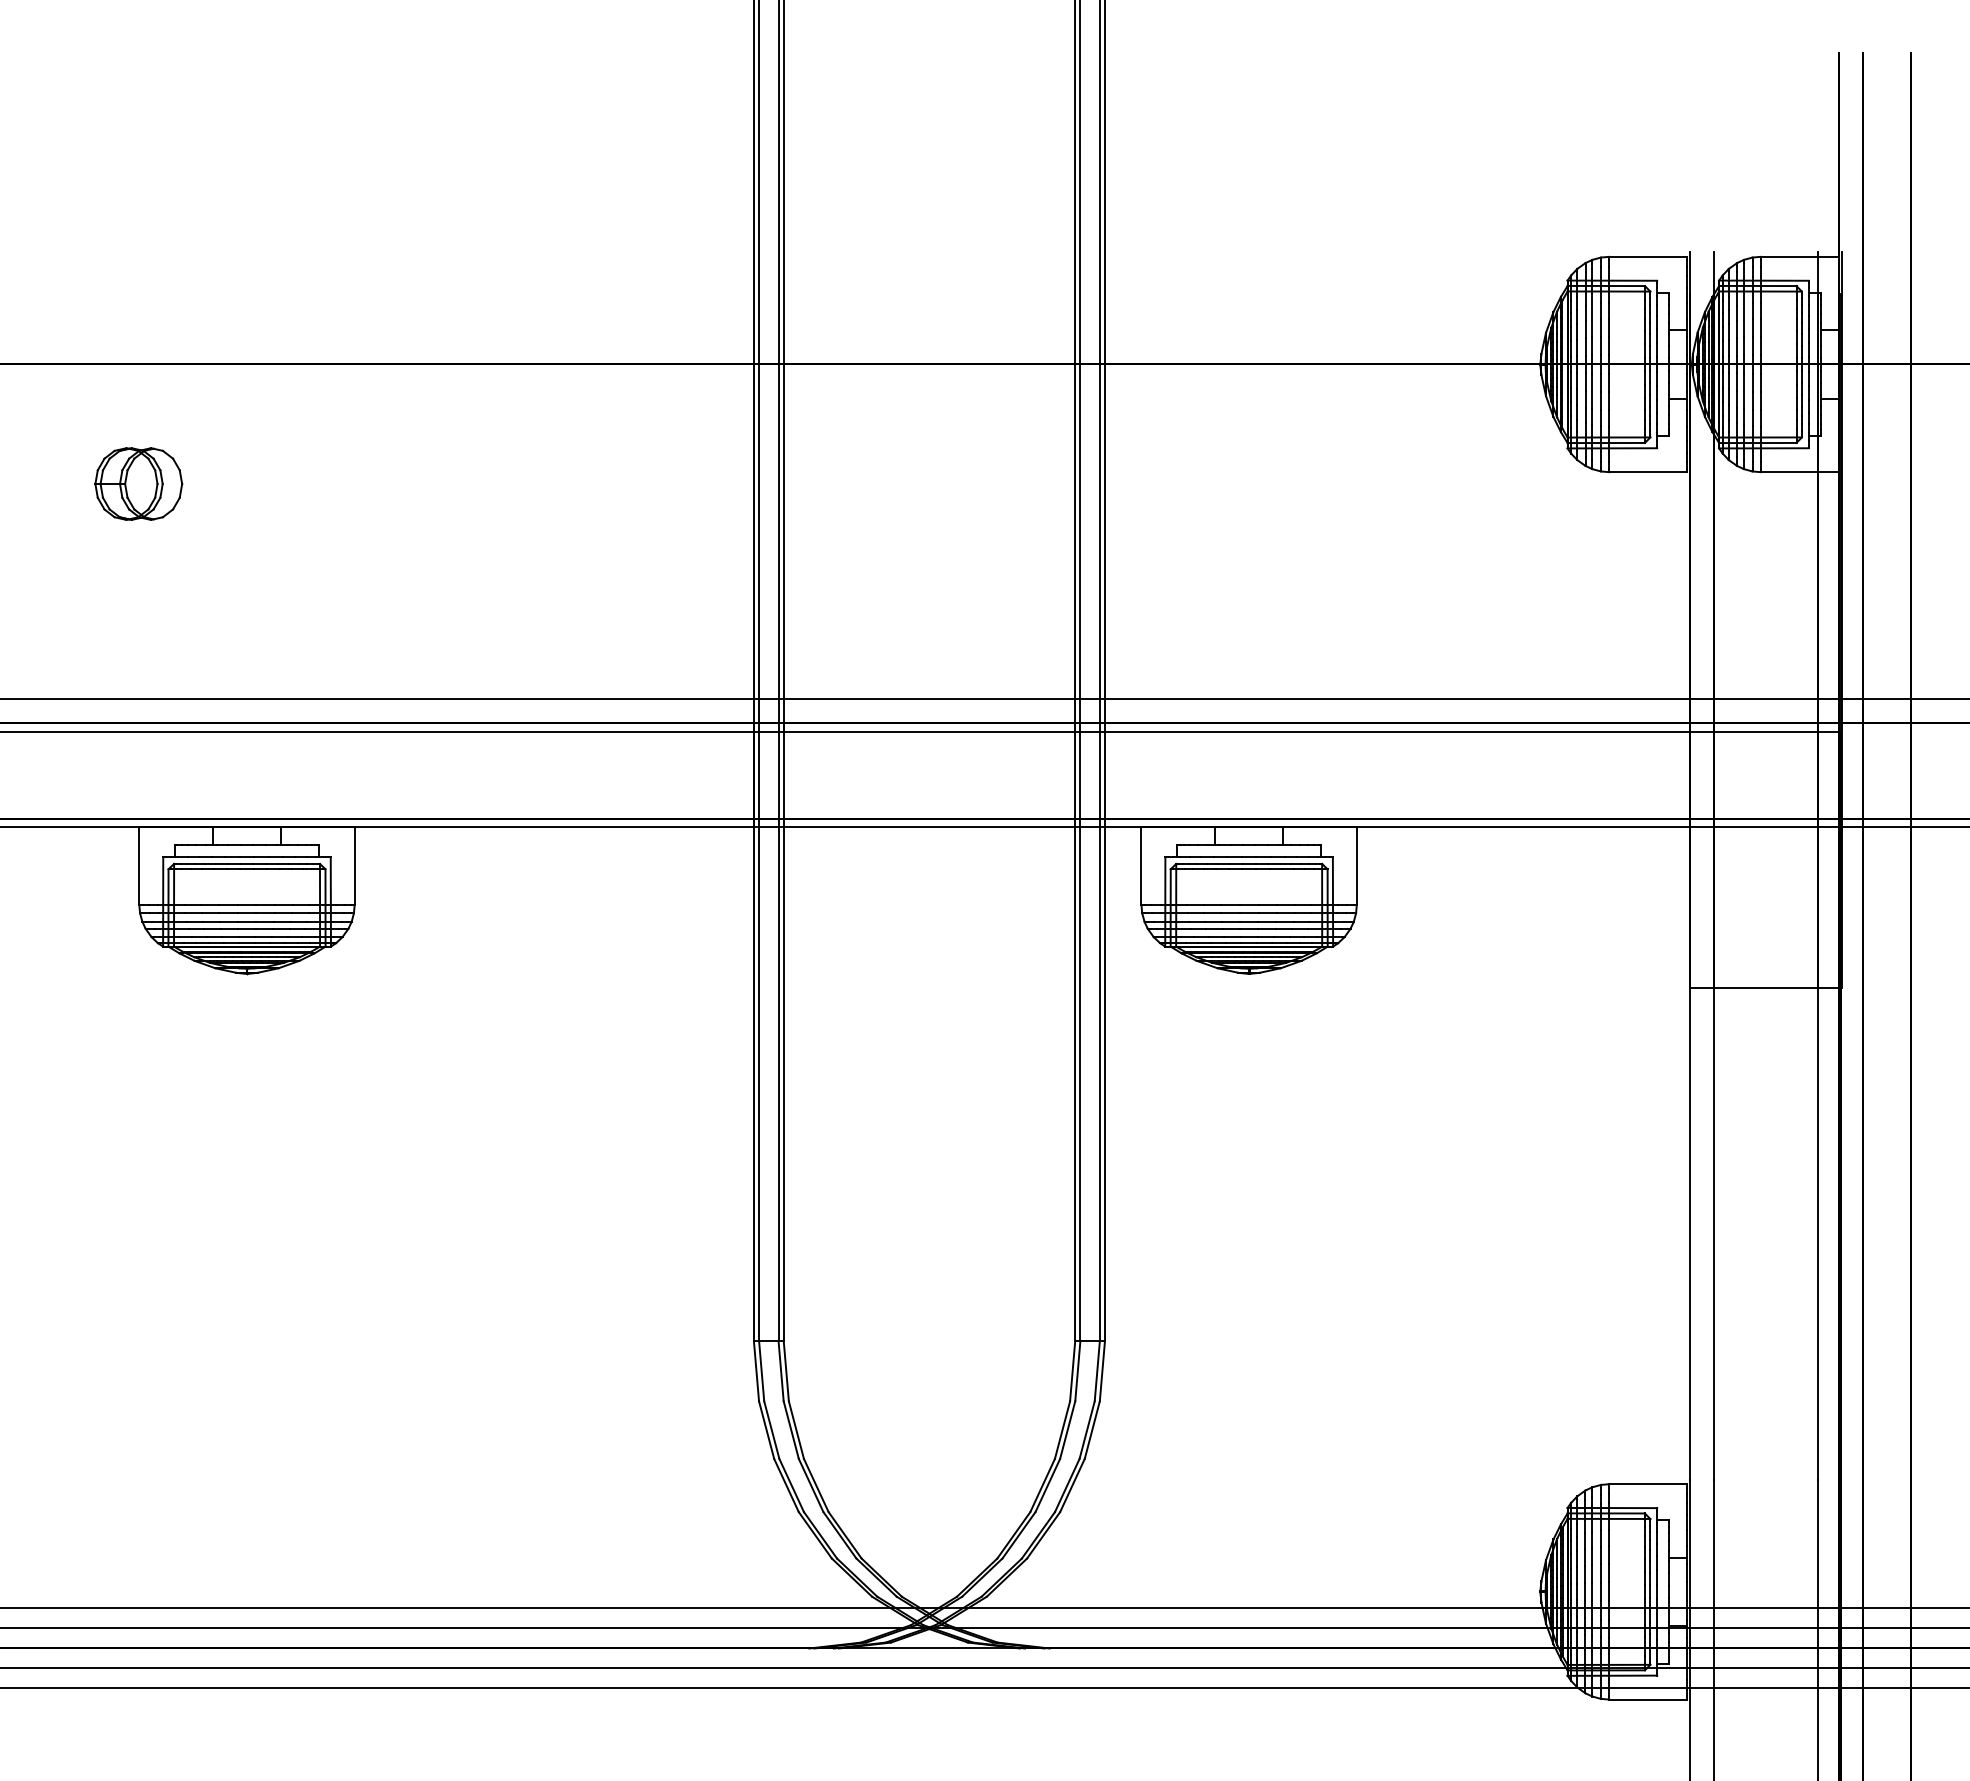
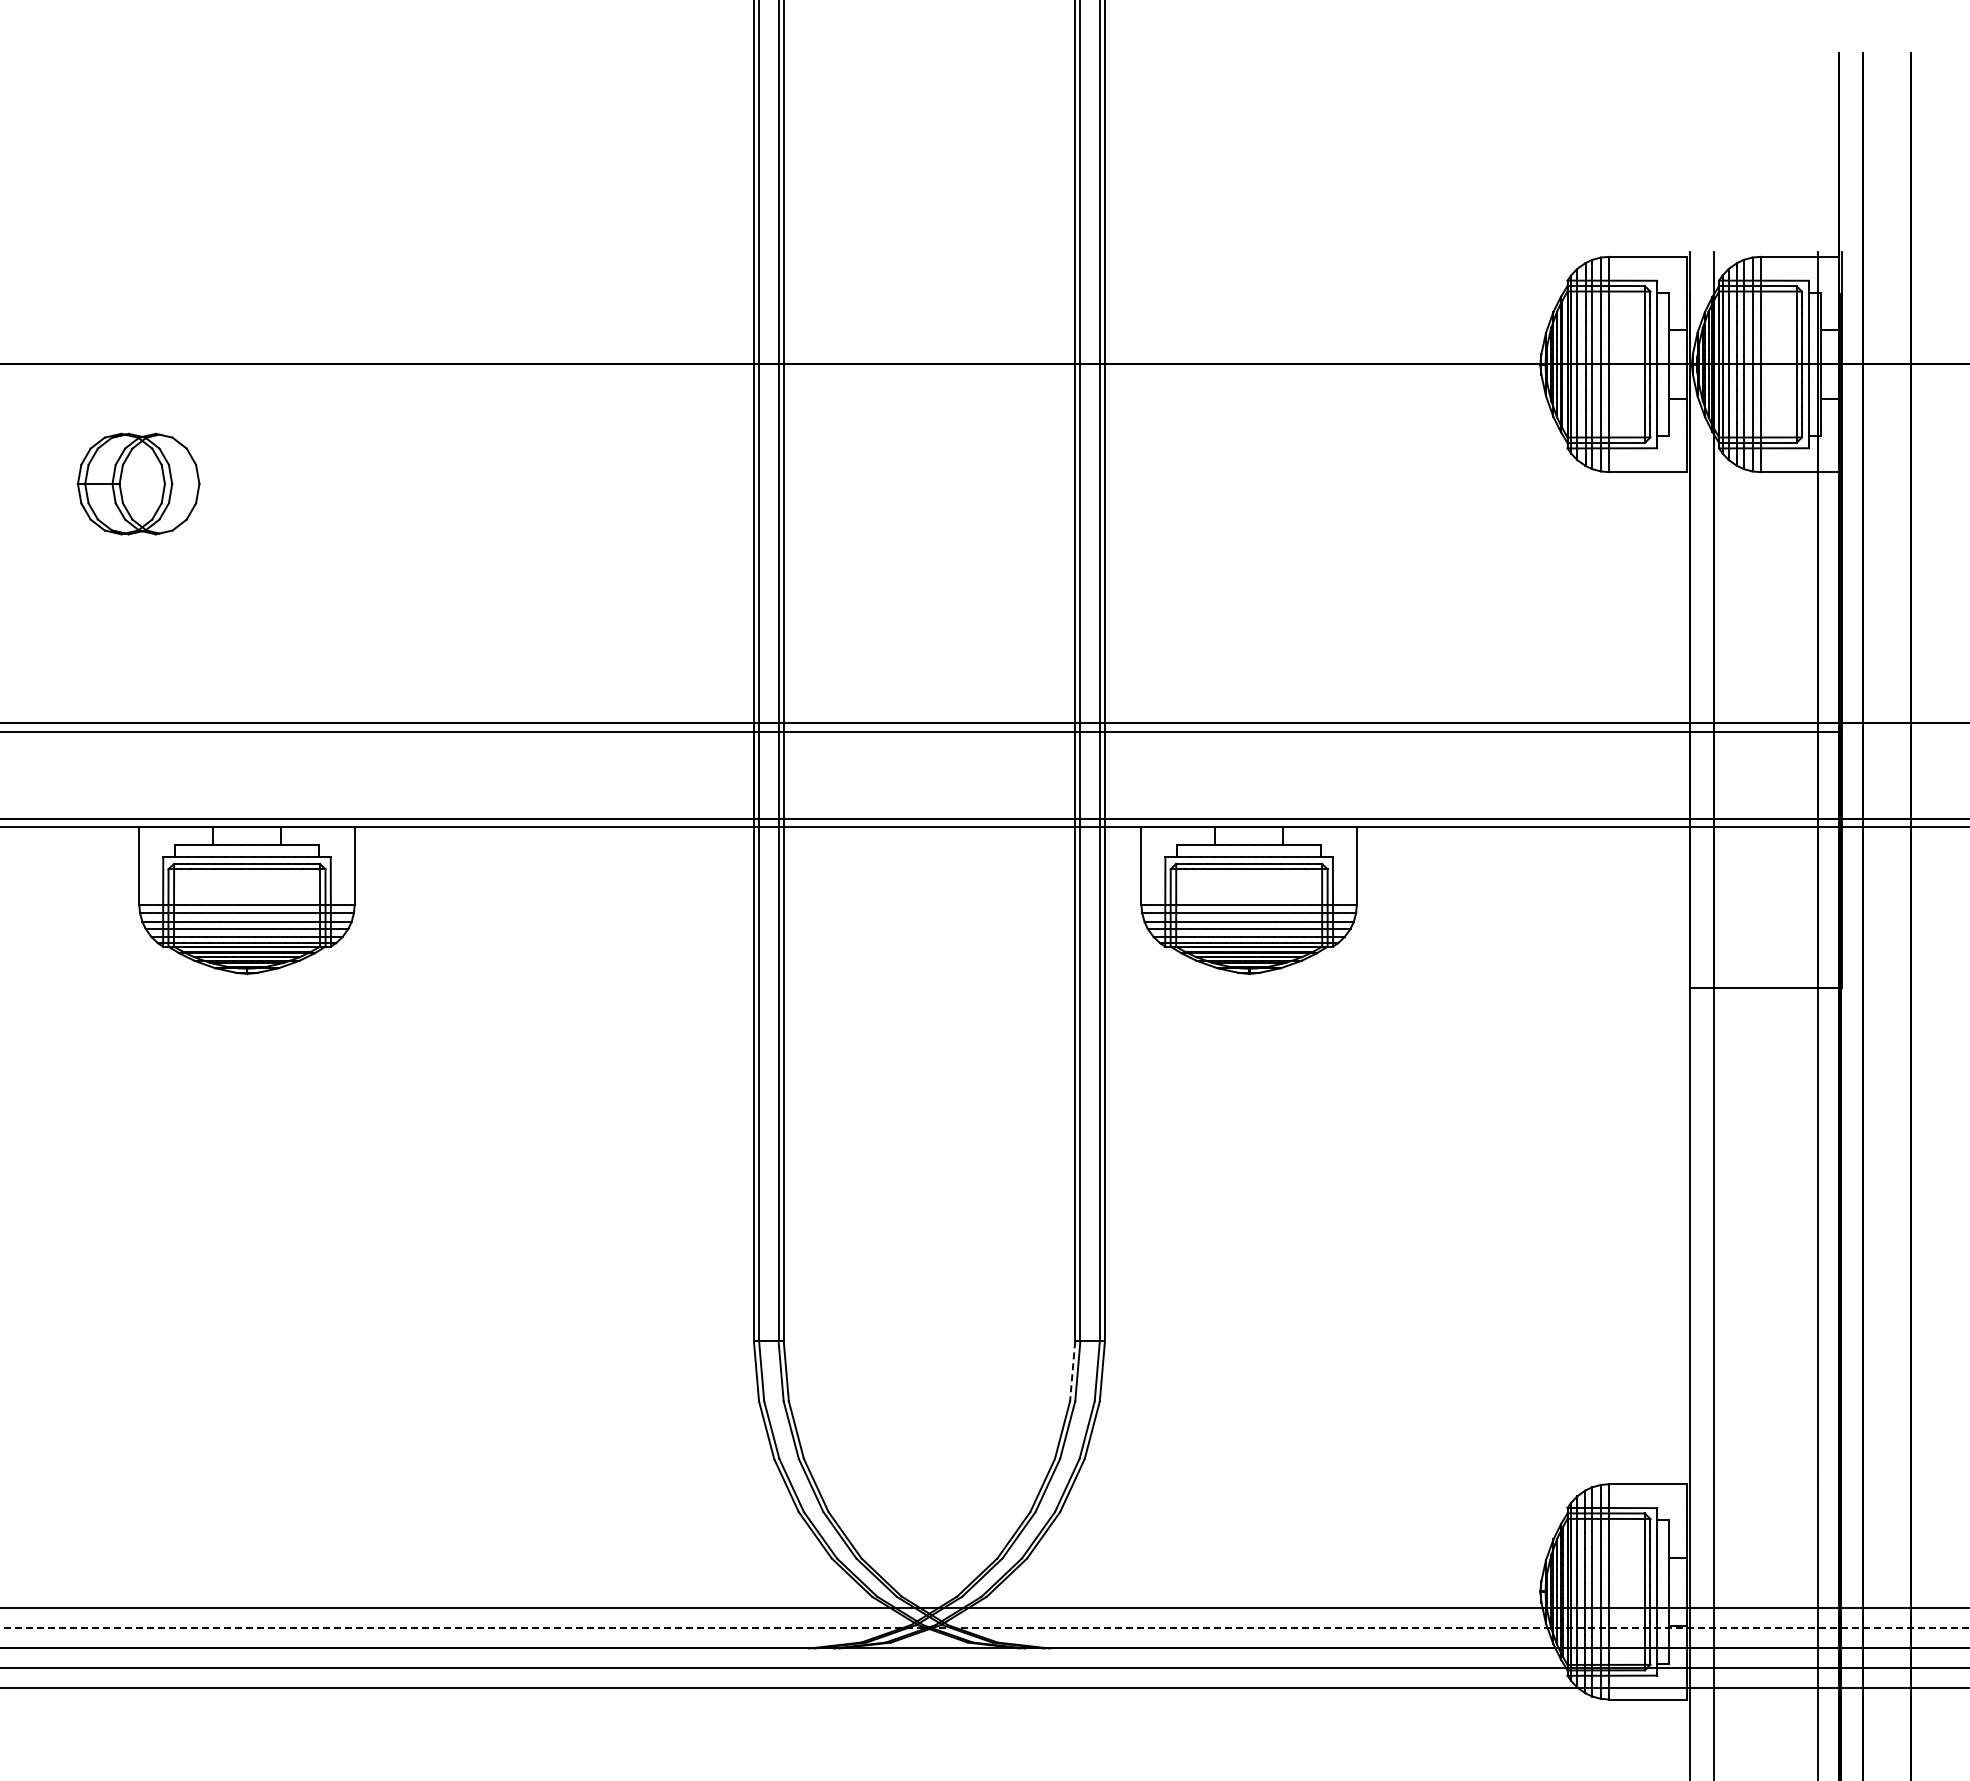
part at (138, 483) size: 90x74 px -> 124x104 px
line at (984, 699): present -> none
line at (1072, 1371): solid -> dashed
line at (985, 1627): solid -> dashed
